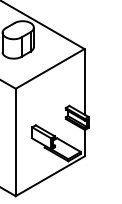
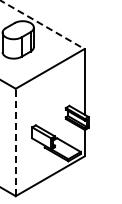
line at (42, 24): solid -> dashed
line at (15, 142): solid -> dashed
